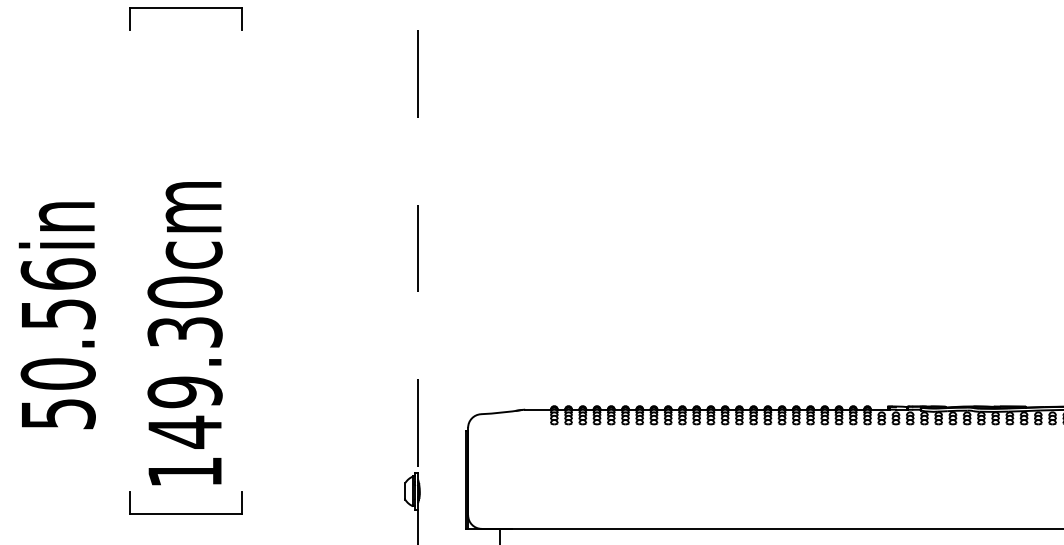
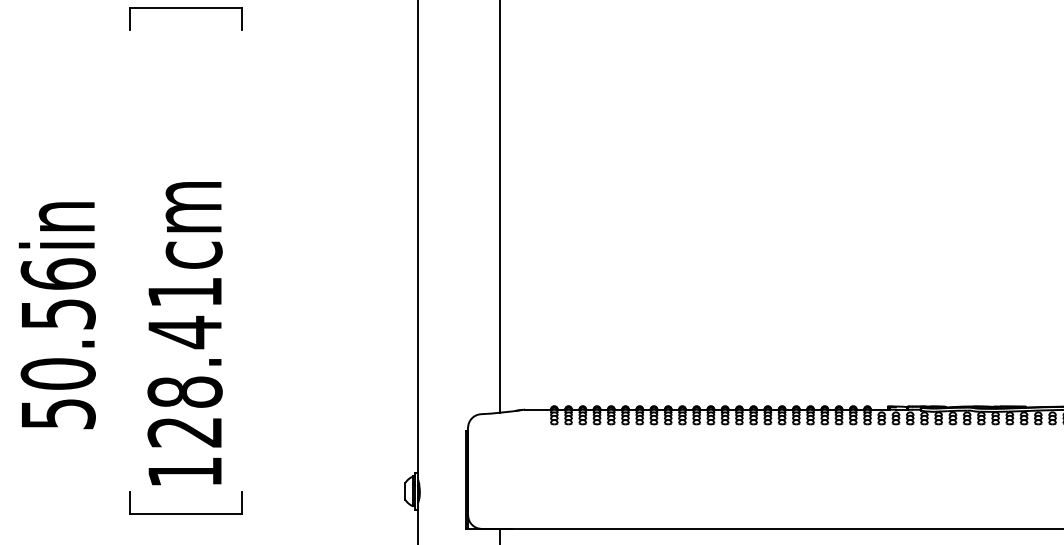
line at (499, 207): none -> present
line at (418, 236): dashed -> solid
text at (184, 362): 149.30cm -> 128.41cm
